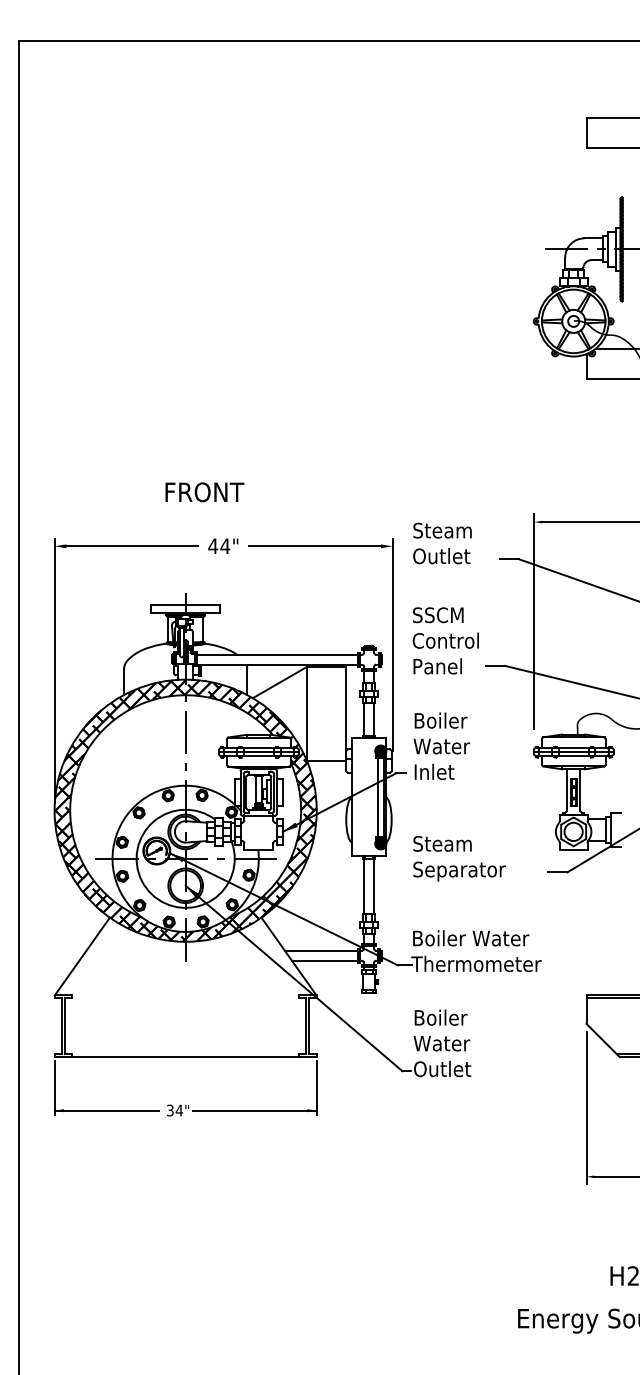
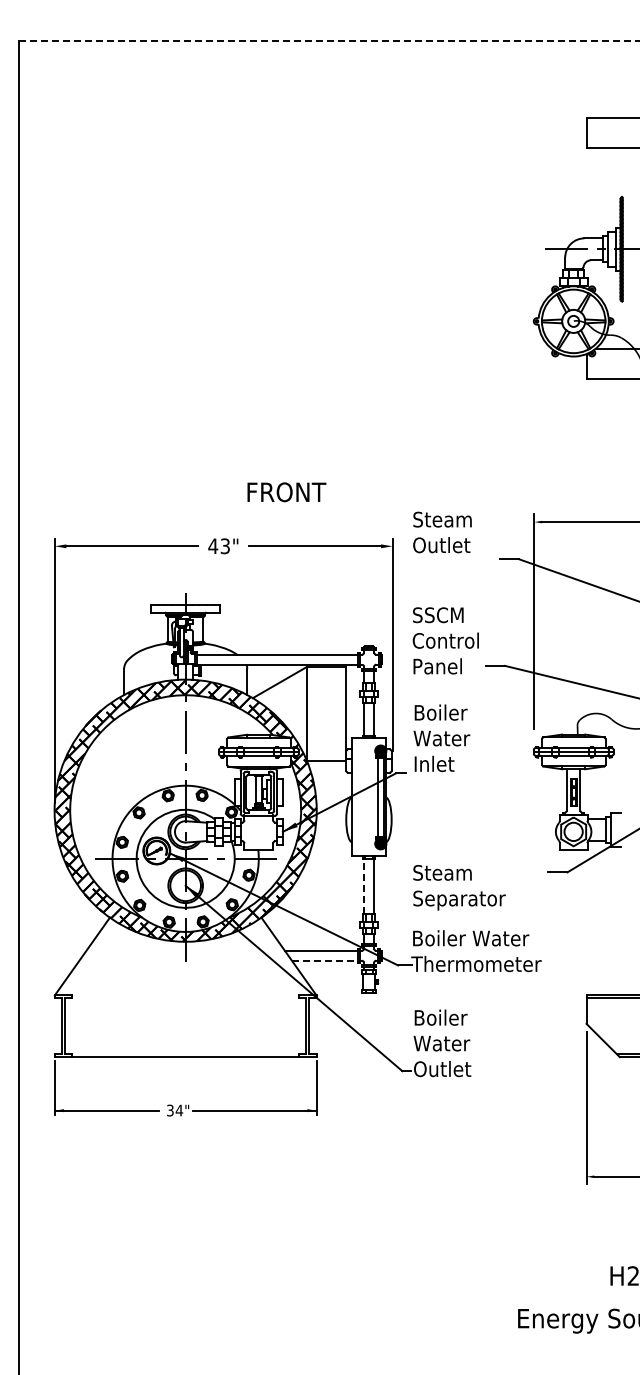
line at (329, 41): solid -> dashed
text at (204, 492) position: (204, 492) -> (286, 492)
text at (442, 543) position: (442, 543) -> (442, 532)
text at (225, 546): 44" -> 43"
text at (441, 746) position: (441, 746) -> (441, 738)
text at (459, 858) position: (459, 858) -> (459, 887)
line at (363, 885): solid -> dashed
line at (324, 960): solid -> dashed
